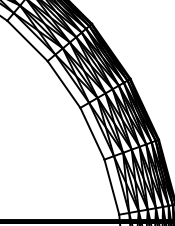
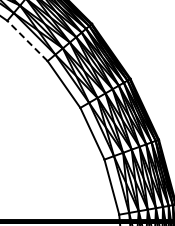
line at (27, 41): solid -> dashed
